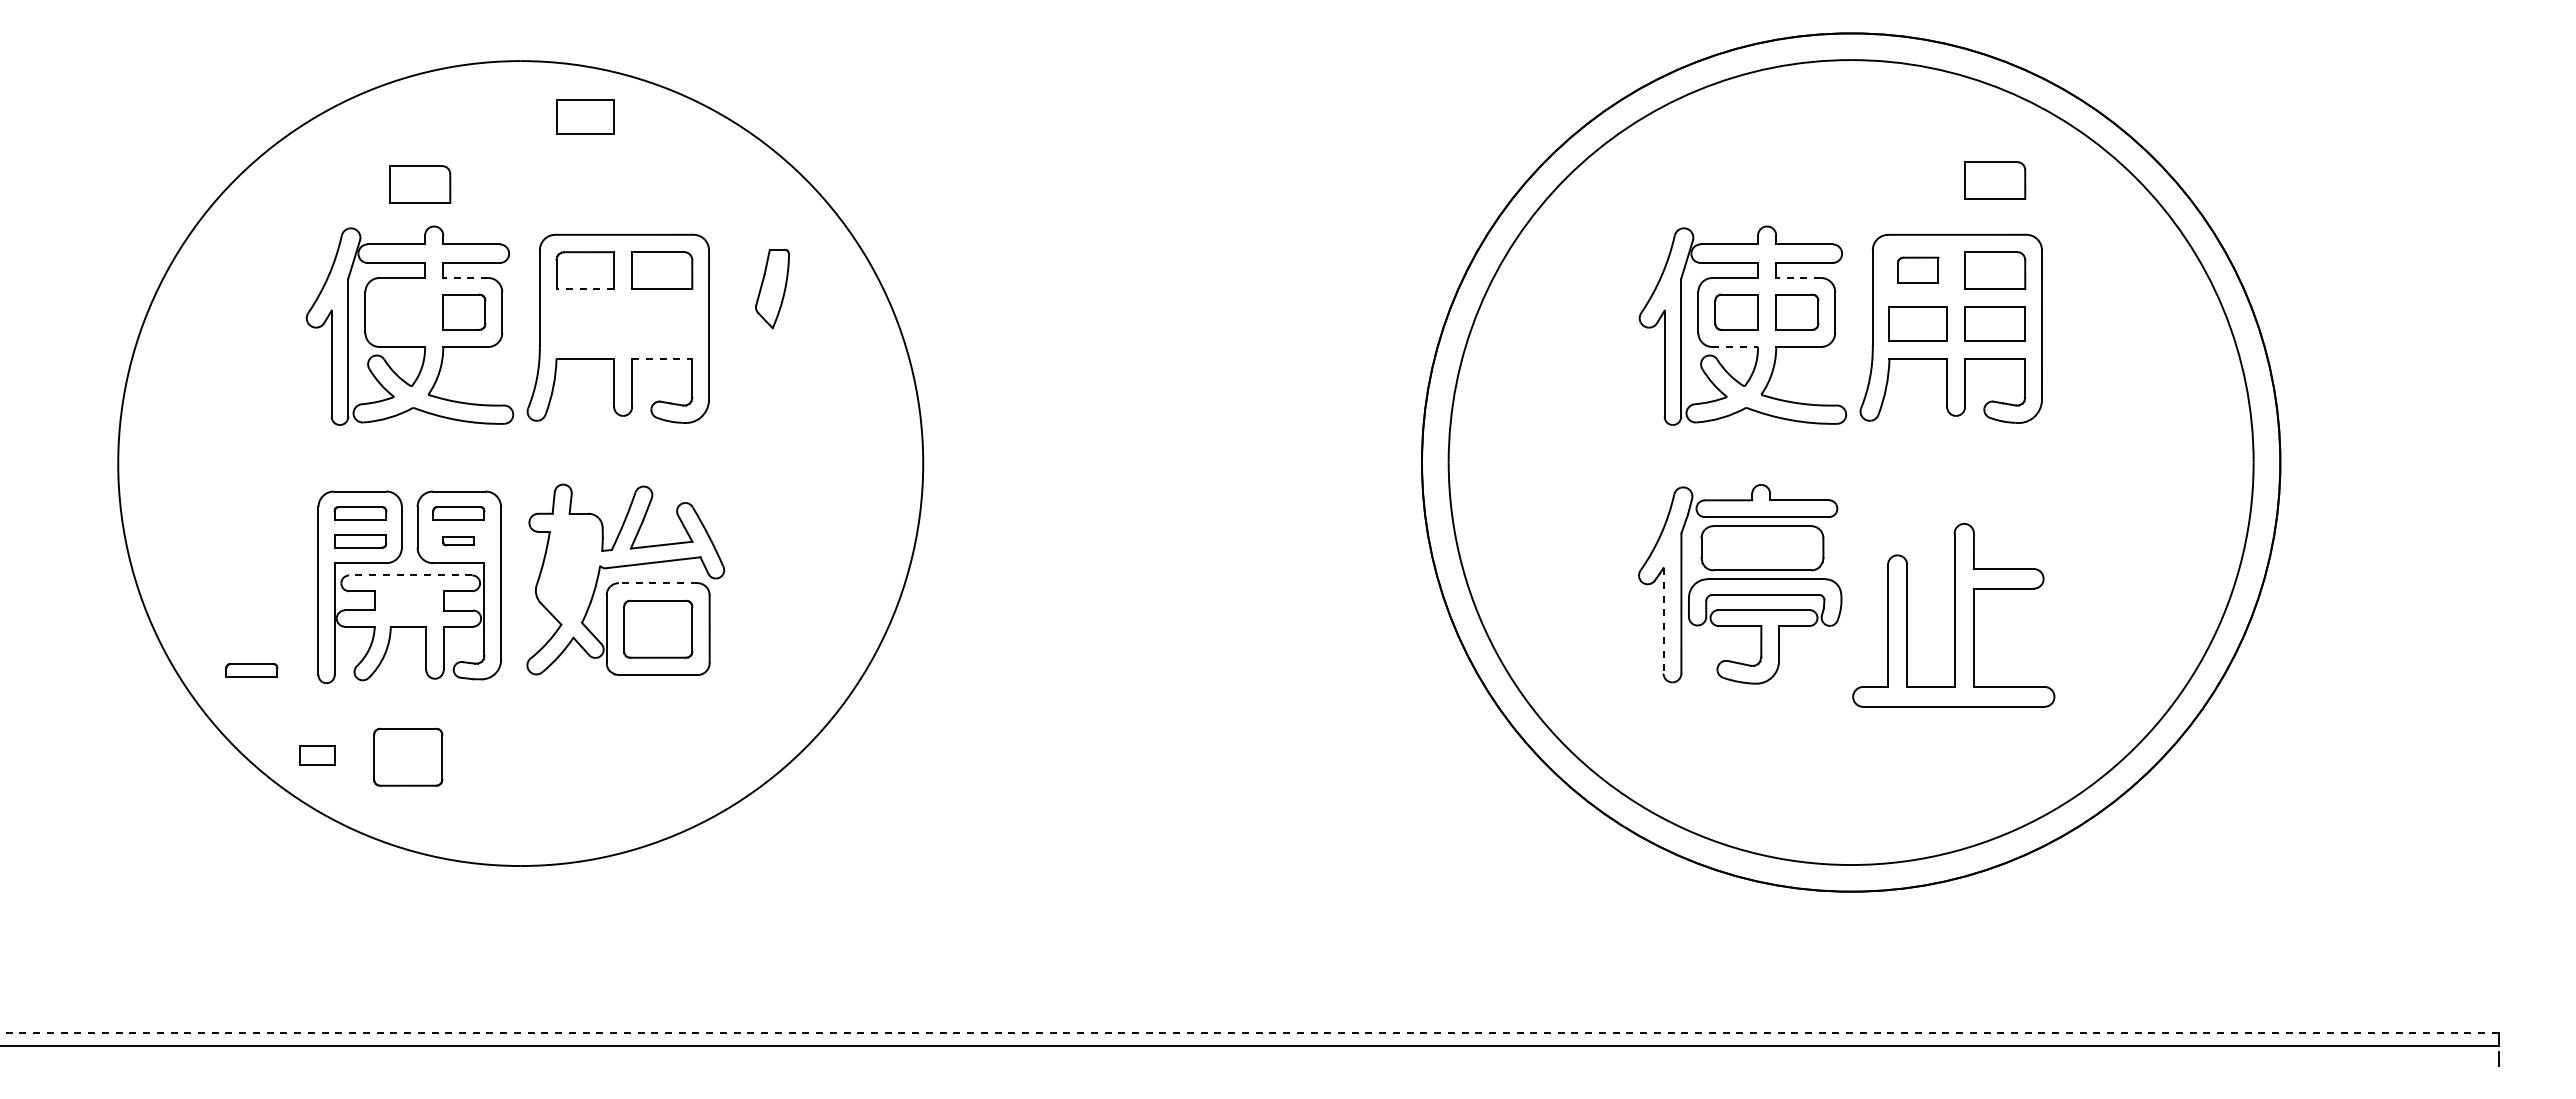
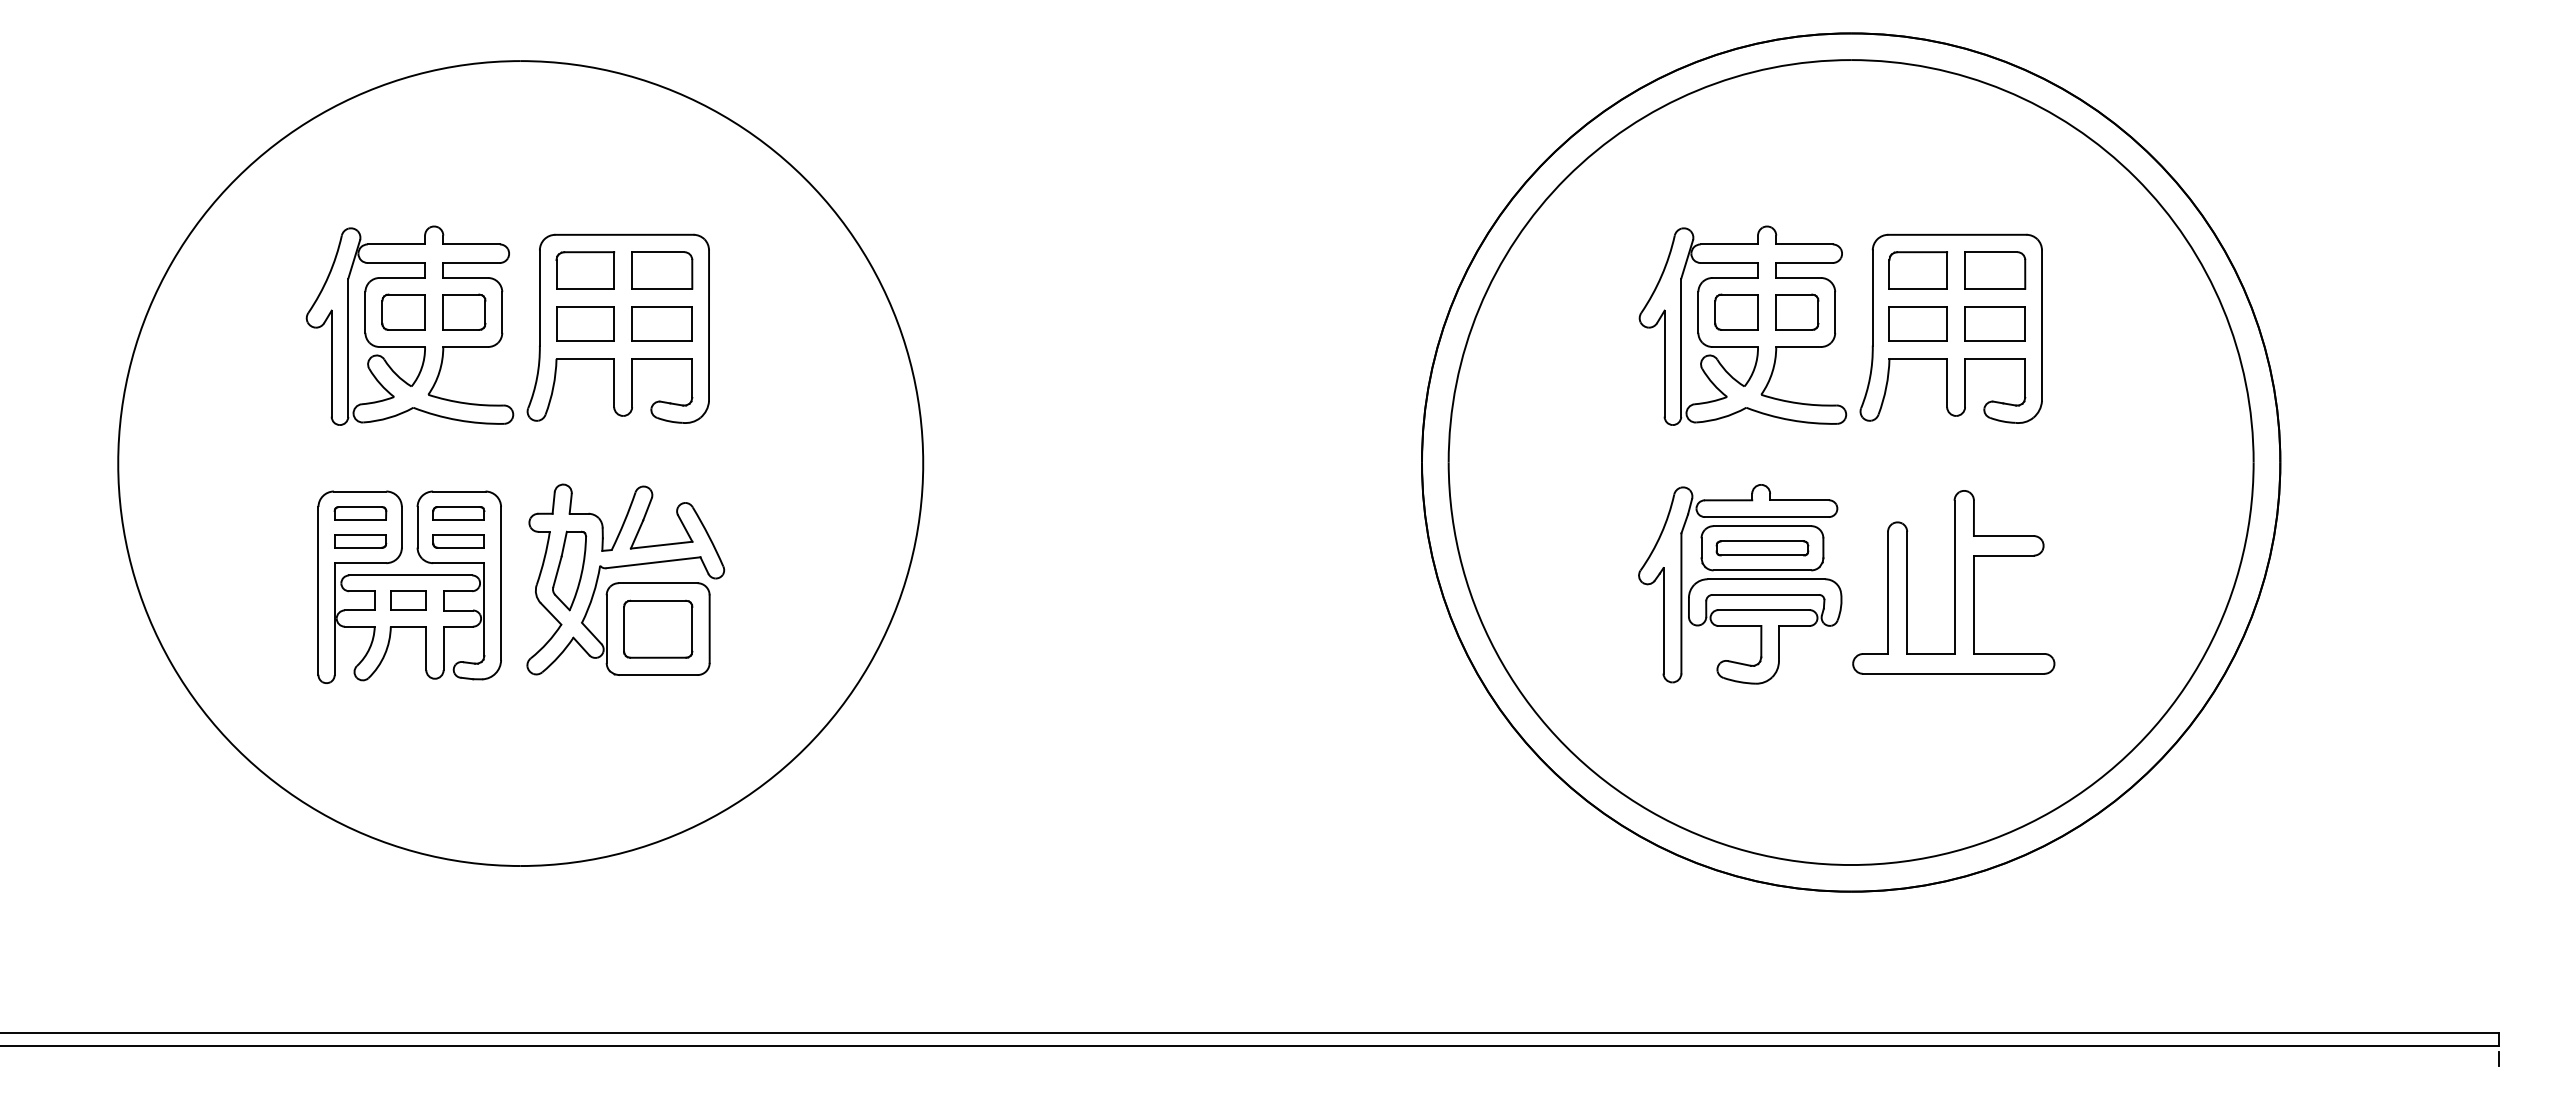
part at (585, 116) position: (585, 116) -> (585, 323)
part at (1995, 180): present -> none
part at (420, 184): present -> none
part at (1918, 269) size: 43x28 px -> 60x39 px
line at (465, 277): dashed -> solid
line at (1798, 277): dashed -> solid
line at (585, 288): dashed -> solid
part at (772, 288) position: (772, 288) -> (569, 570)
part at (403, 311): none -> present
part at (661, 323): none -> present
line at (1735, 347): dashed -> solid
line at (662, 358): dashed -> solid
part at (458, 541) size: 33x11 px -> 53x15 px
part at (1762, 548): none -> present
line at (410, 575): dashed -> solid
line at (657, 583): dashed -> solid
part at (1953, 615) position: (1953, 615) -> (1953, 582)
line at (1663, 620): dashed -> solid
part at (251, 670): present -> none
part at (317, 755) position: (317, 755) -> (408, 600)
part at (408, 756): present -> none
line at (1248, 1032): dashed -> solid
